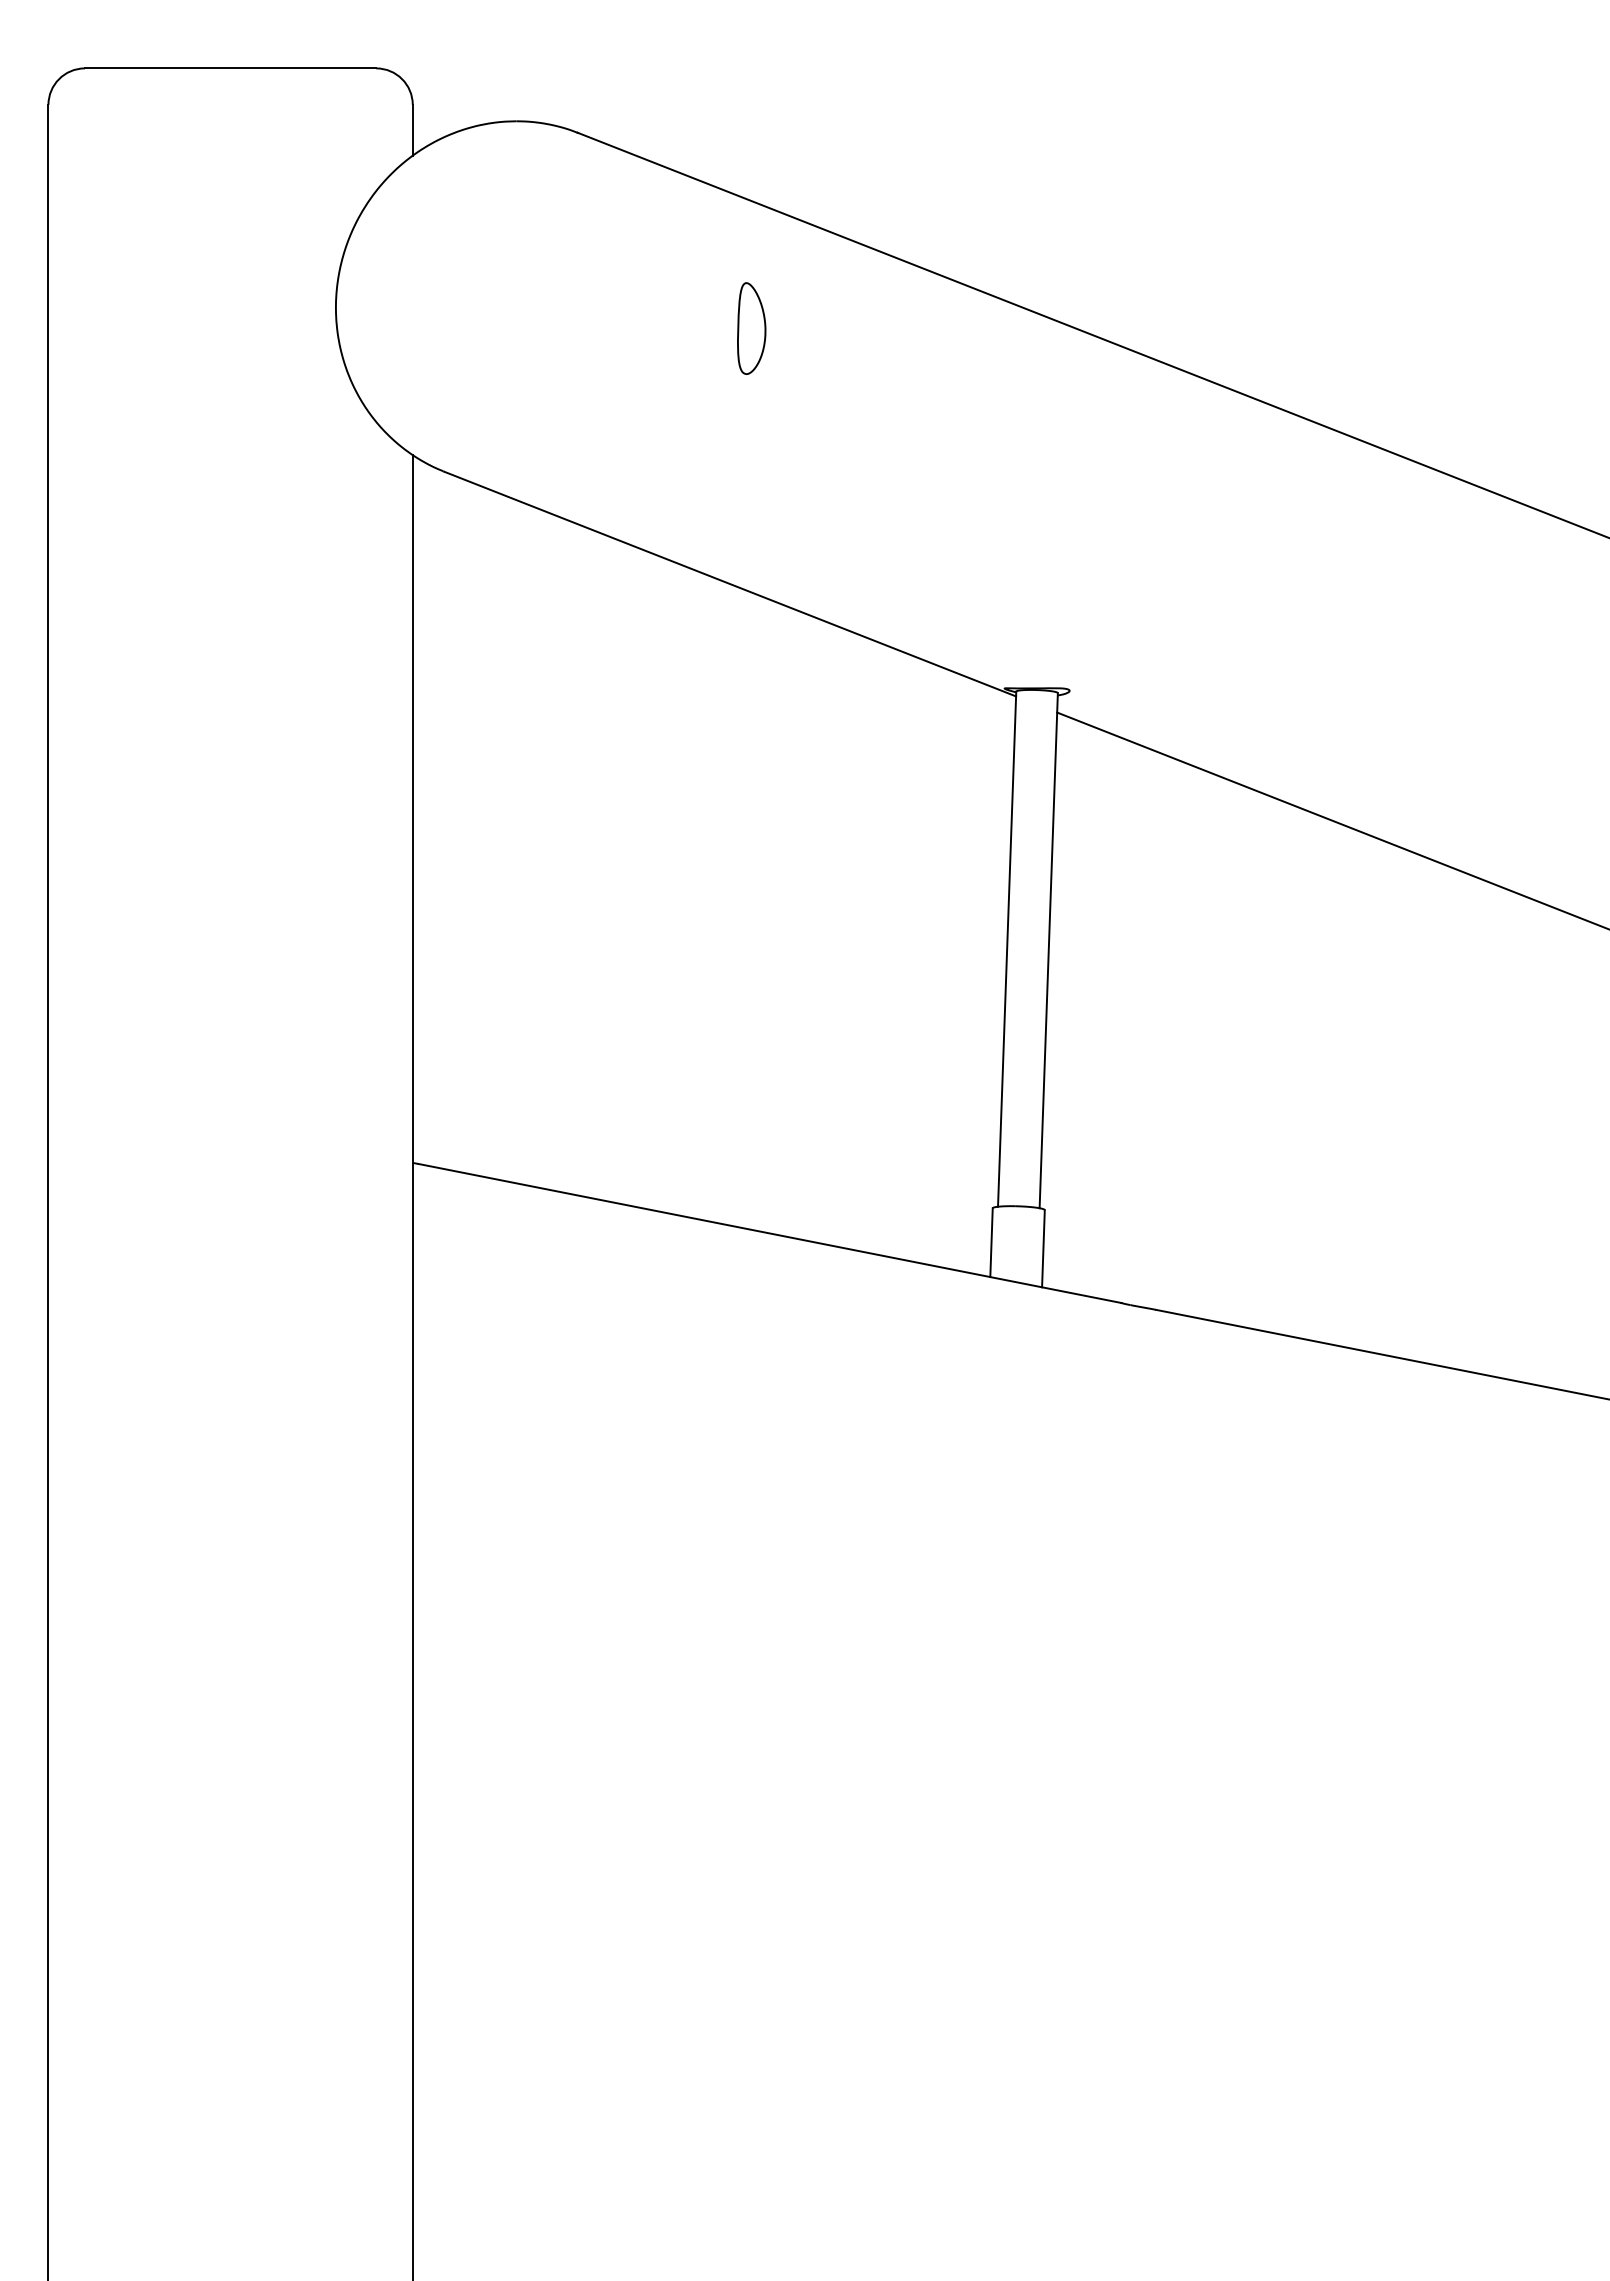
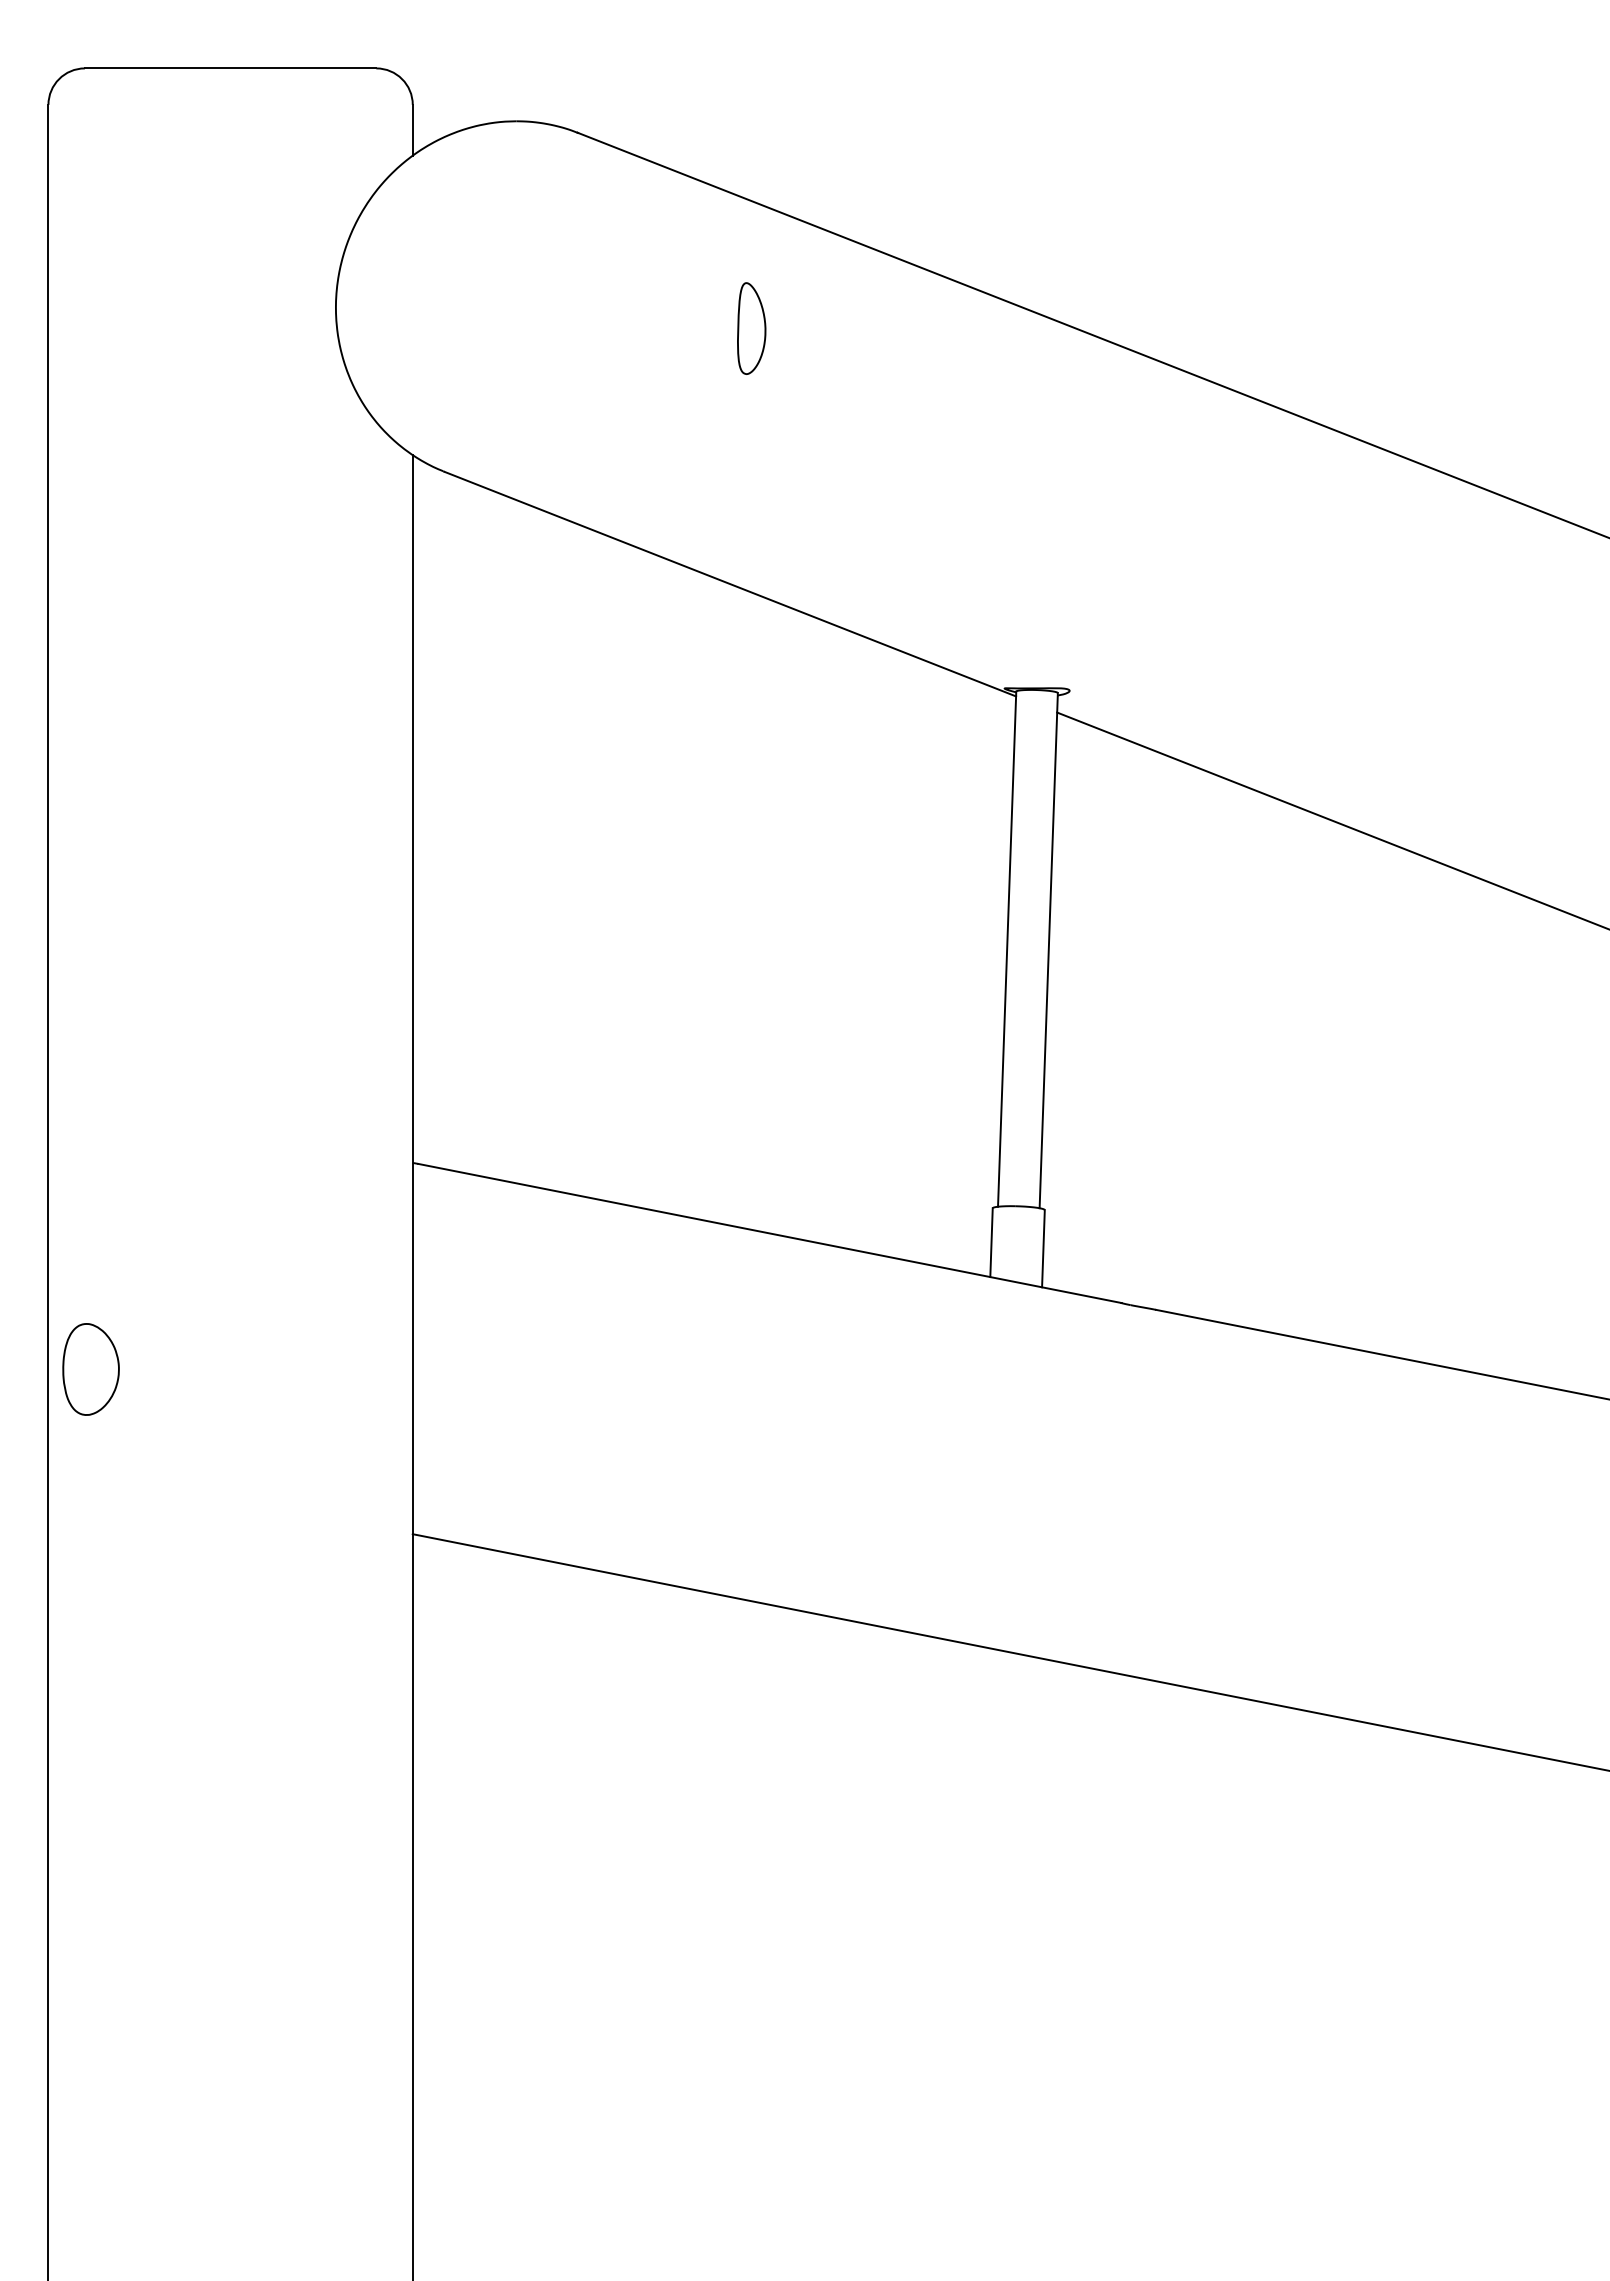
part at (90, 1369): none -> present
line at (1009, 1652): none -> present
